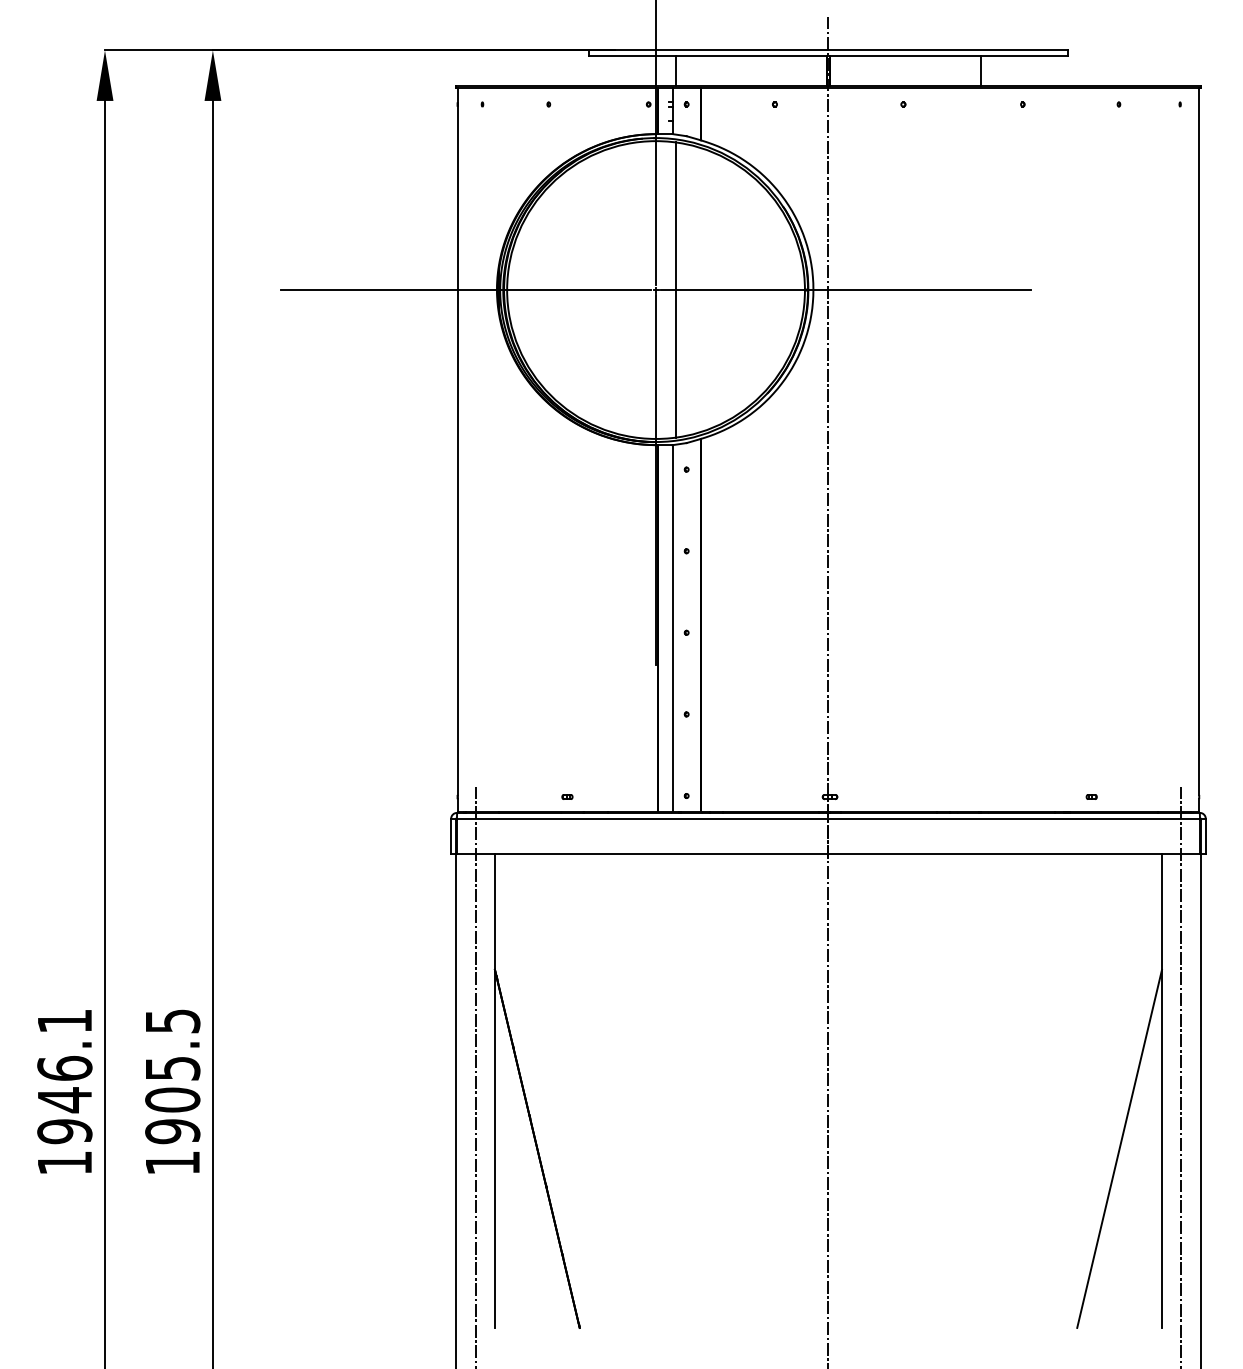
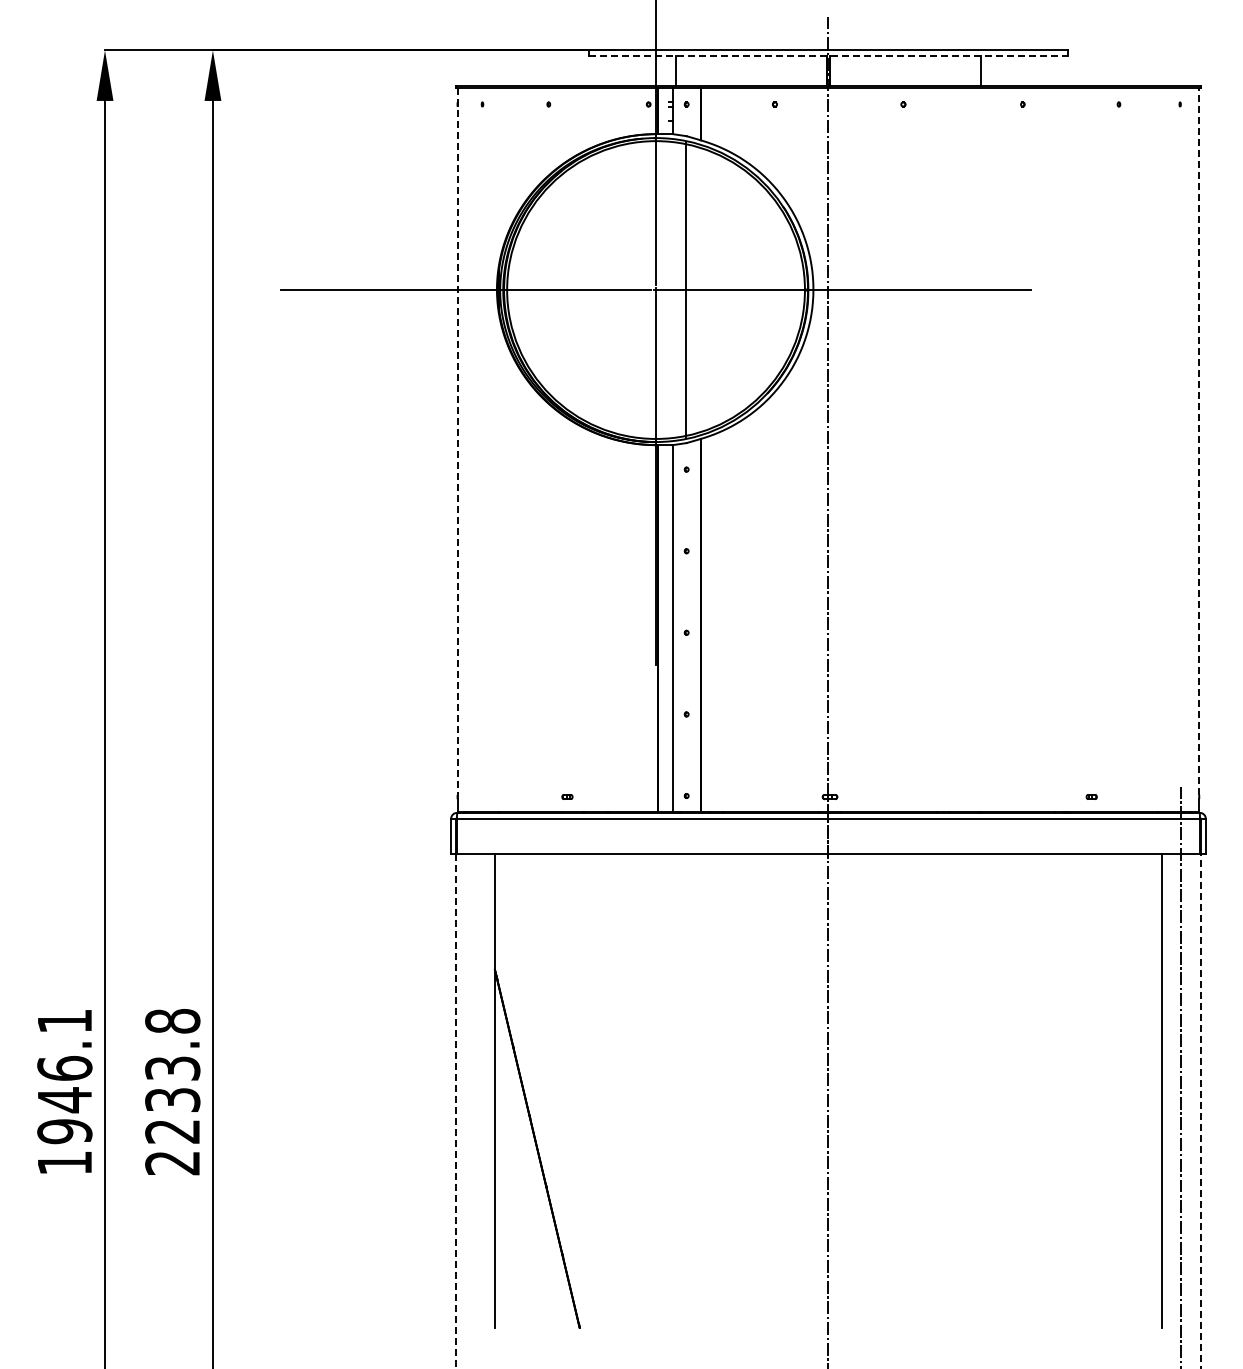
line at (828, 55): solid -> dashed
line at (675, 289) position: (675, 289) -> (685, 289)
line at (1199, 441): solid -> dashed
line at (457, 442): solid -> dashed
line at (475, 1076): present -> none
text at (172, 1092): 1905.5 -> 2233.8
line at (1200, 1110): solid -> dashed
line at (456, 1111): solid -> dashed
line at (1119, 1148): present -> none
